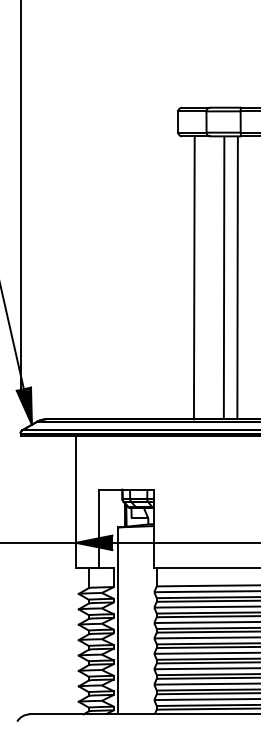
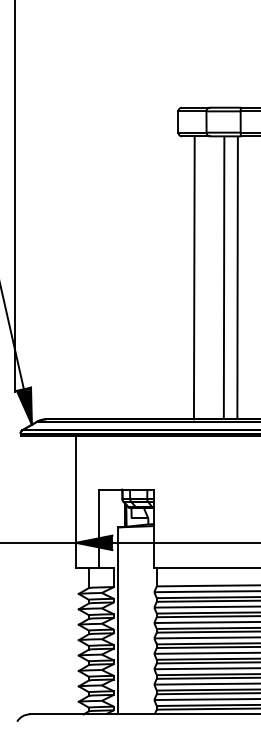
line at (20, 196) position: (20, 196) -> (14, 196)
